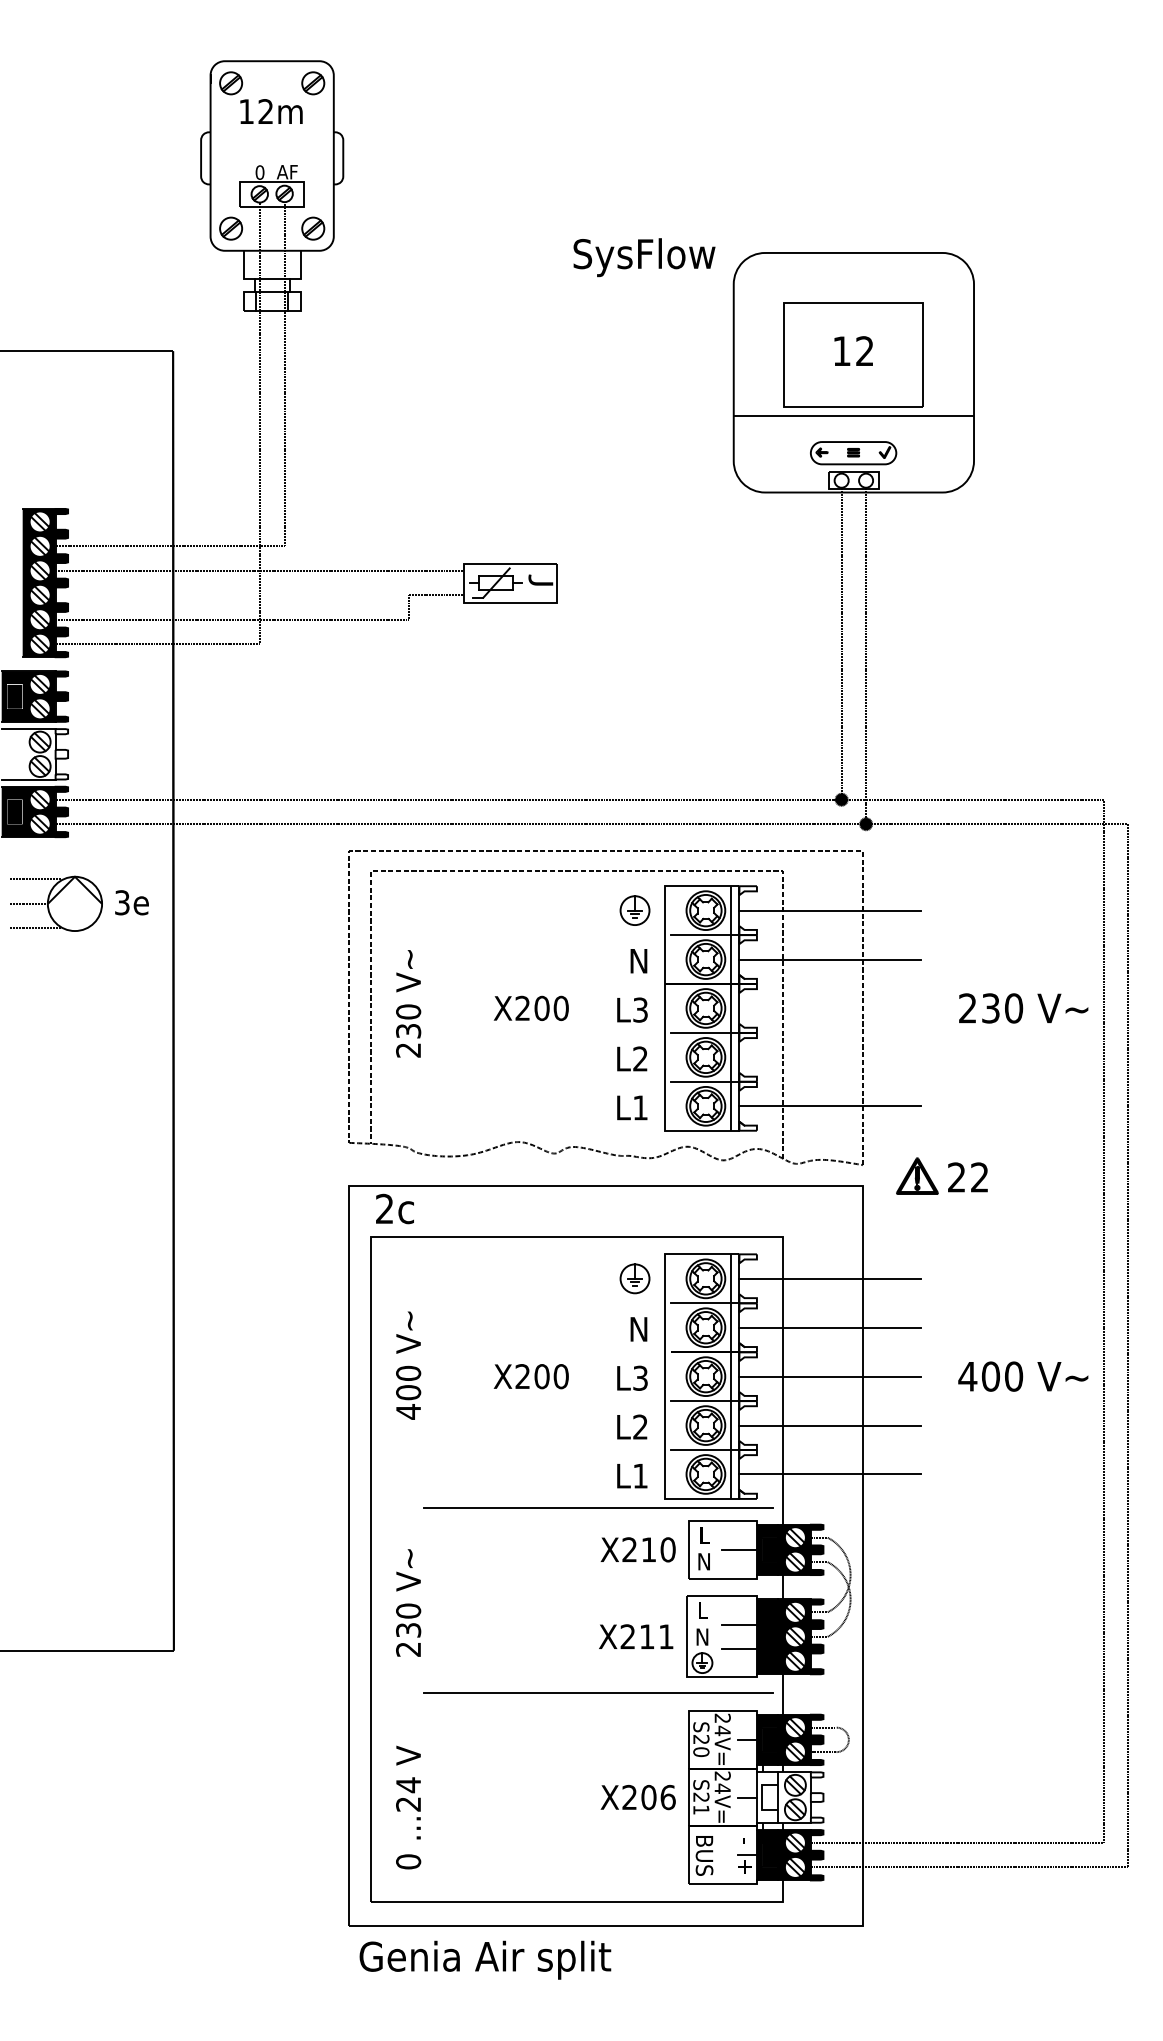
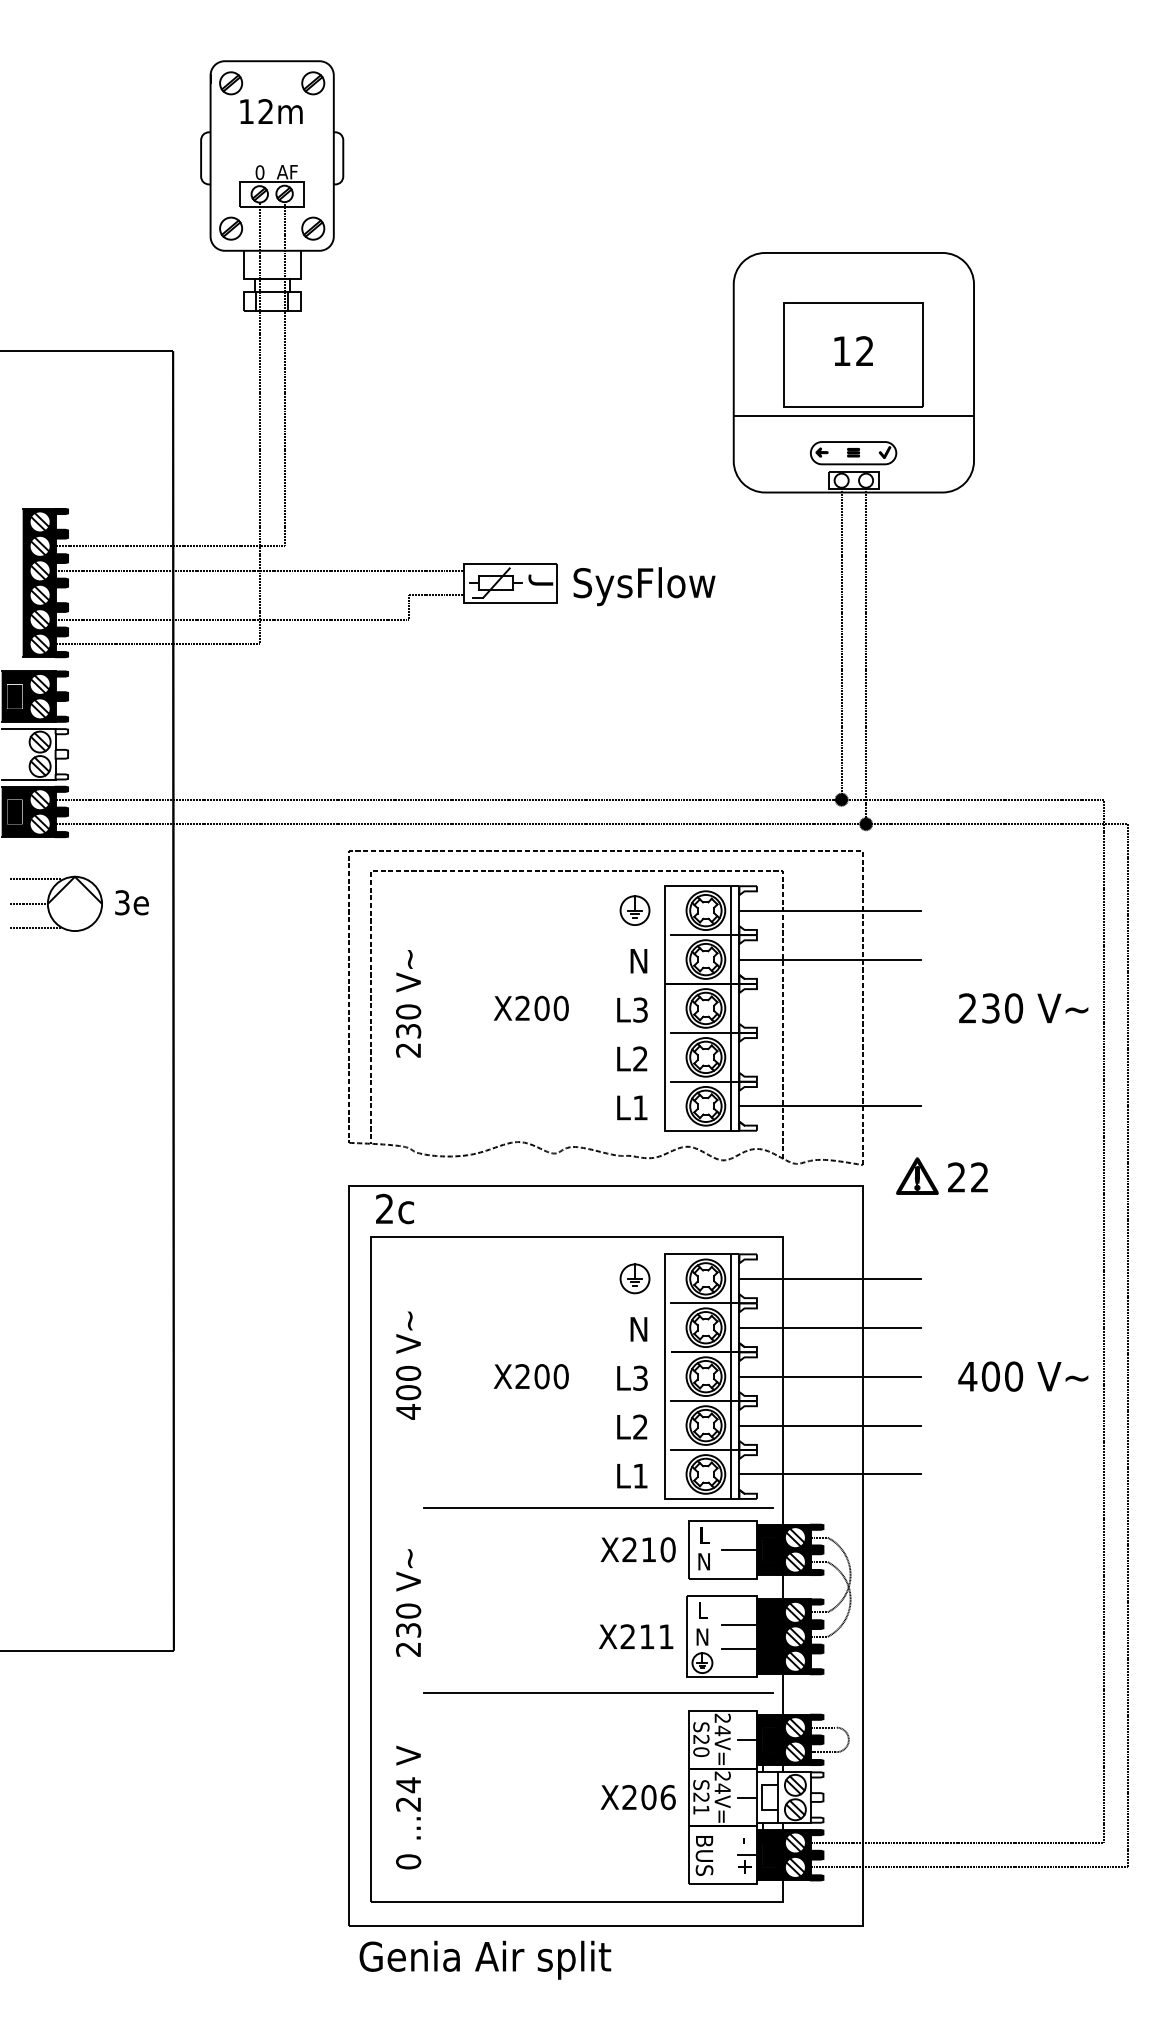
text at (644, 257) position: (644, 257) -> (644, 586)
